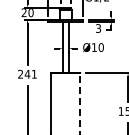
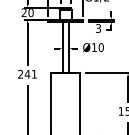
line at (80, 103): dashed -> solid
